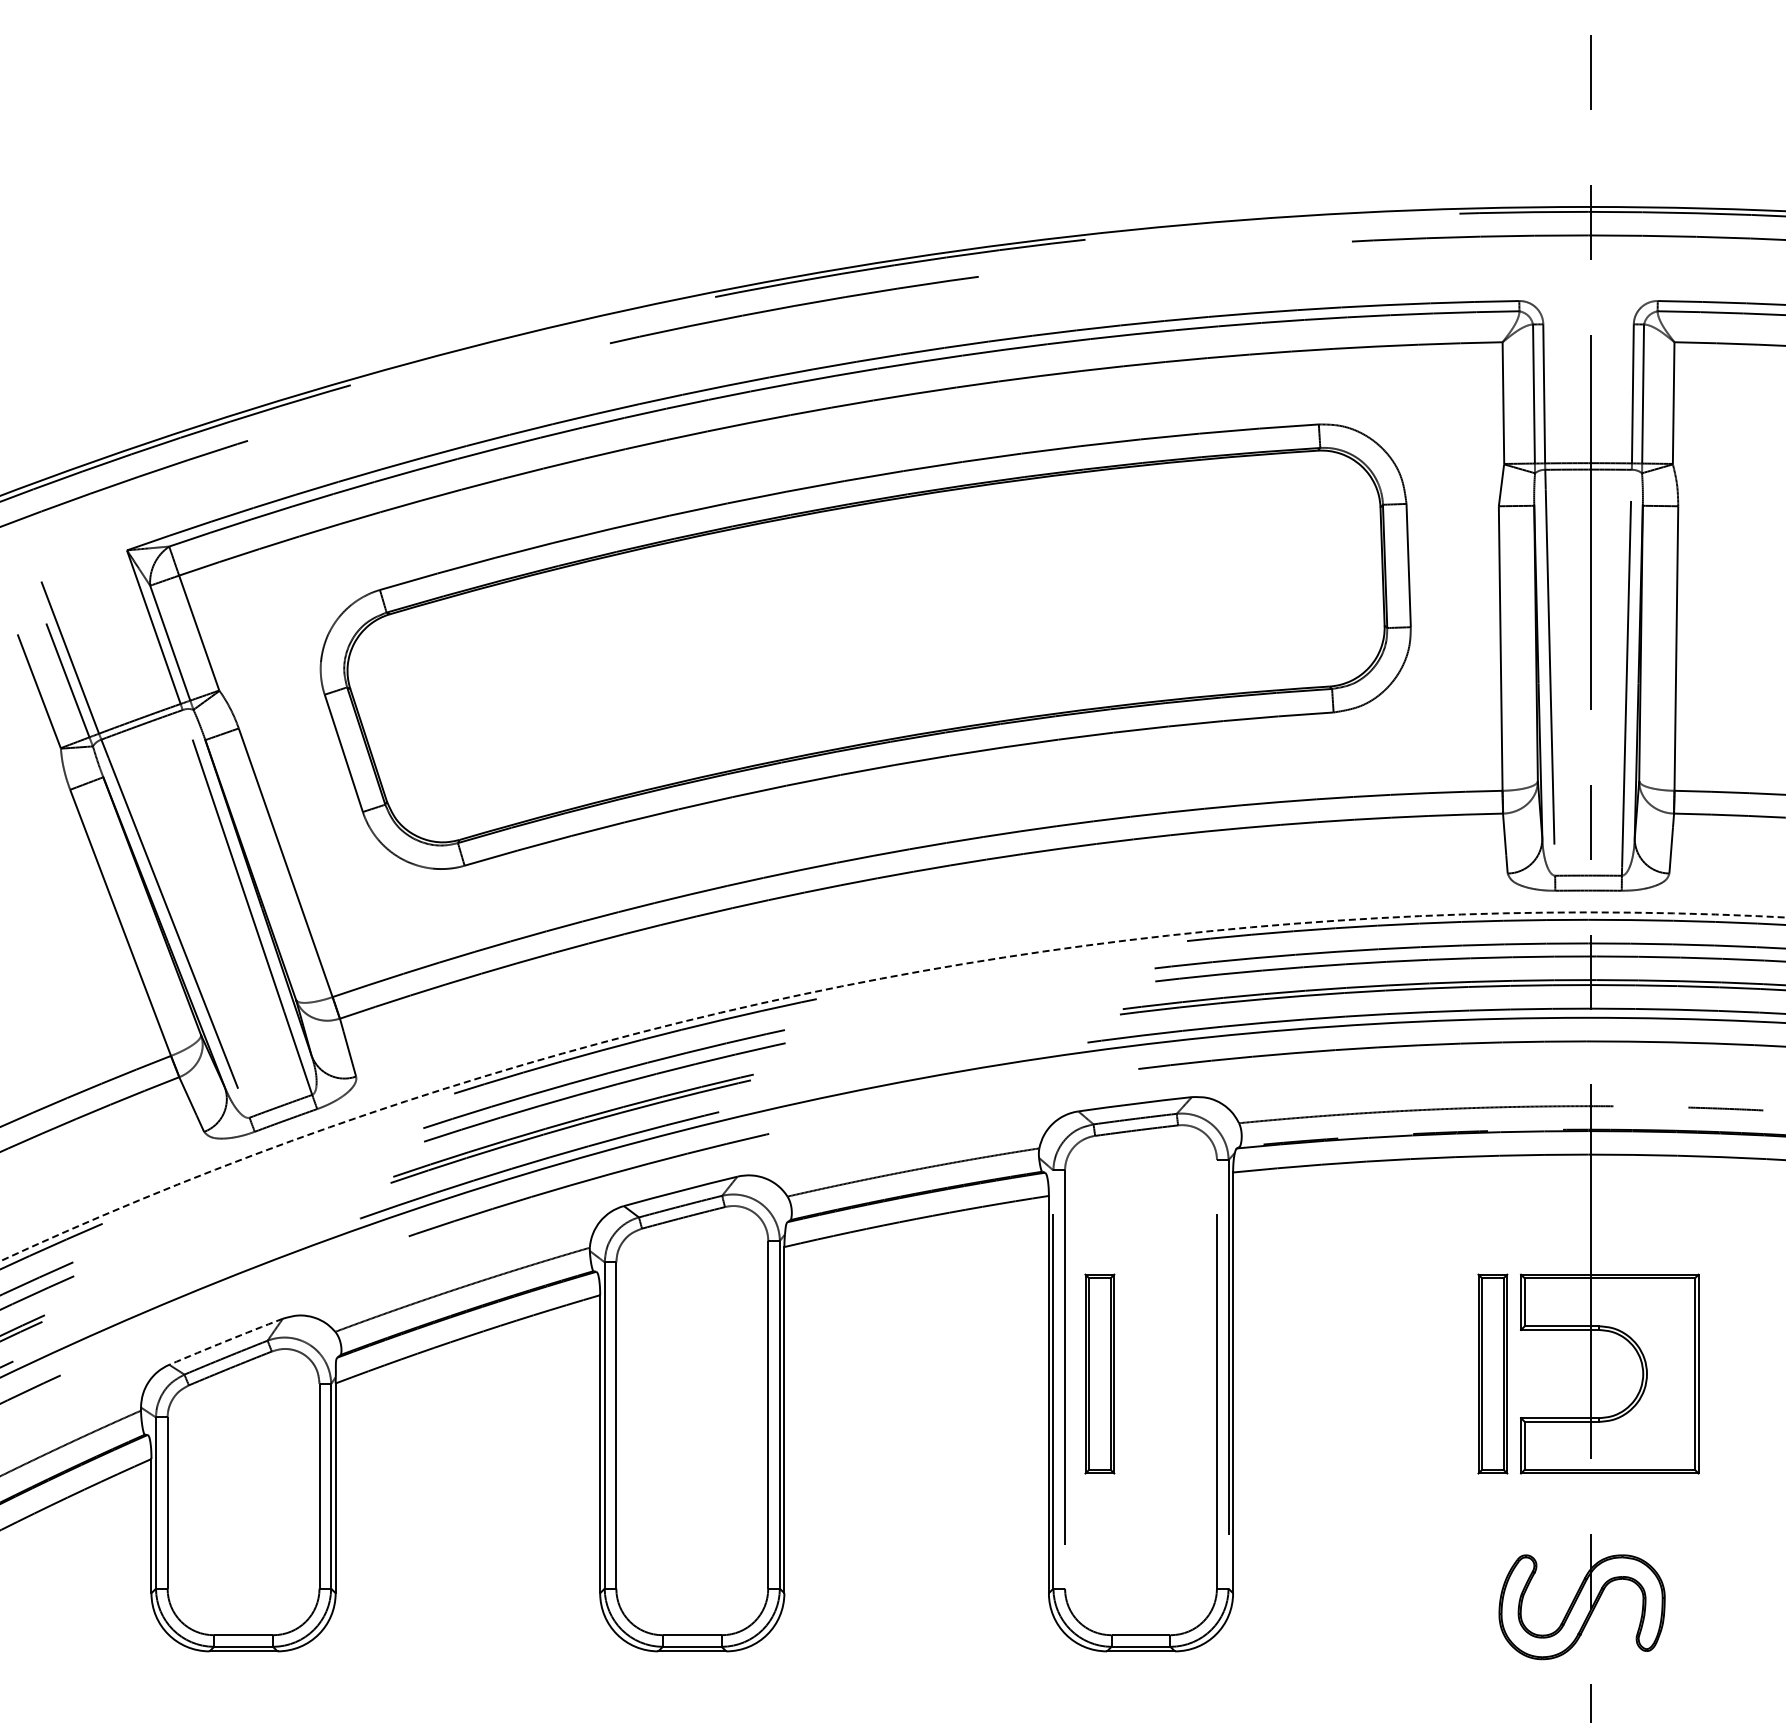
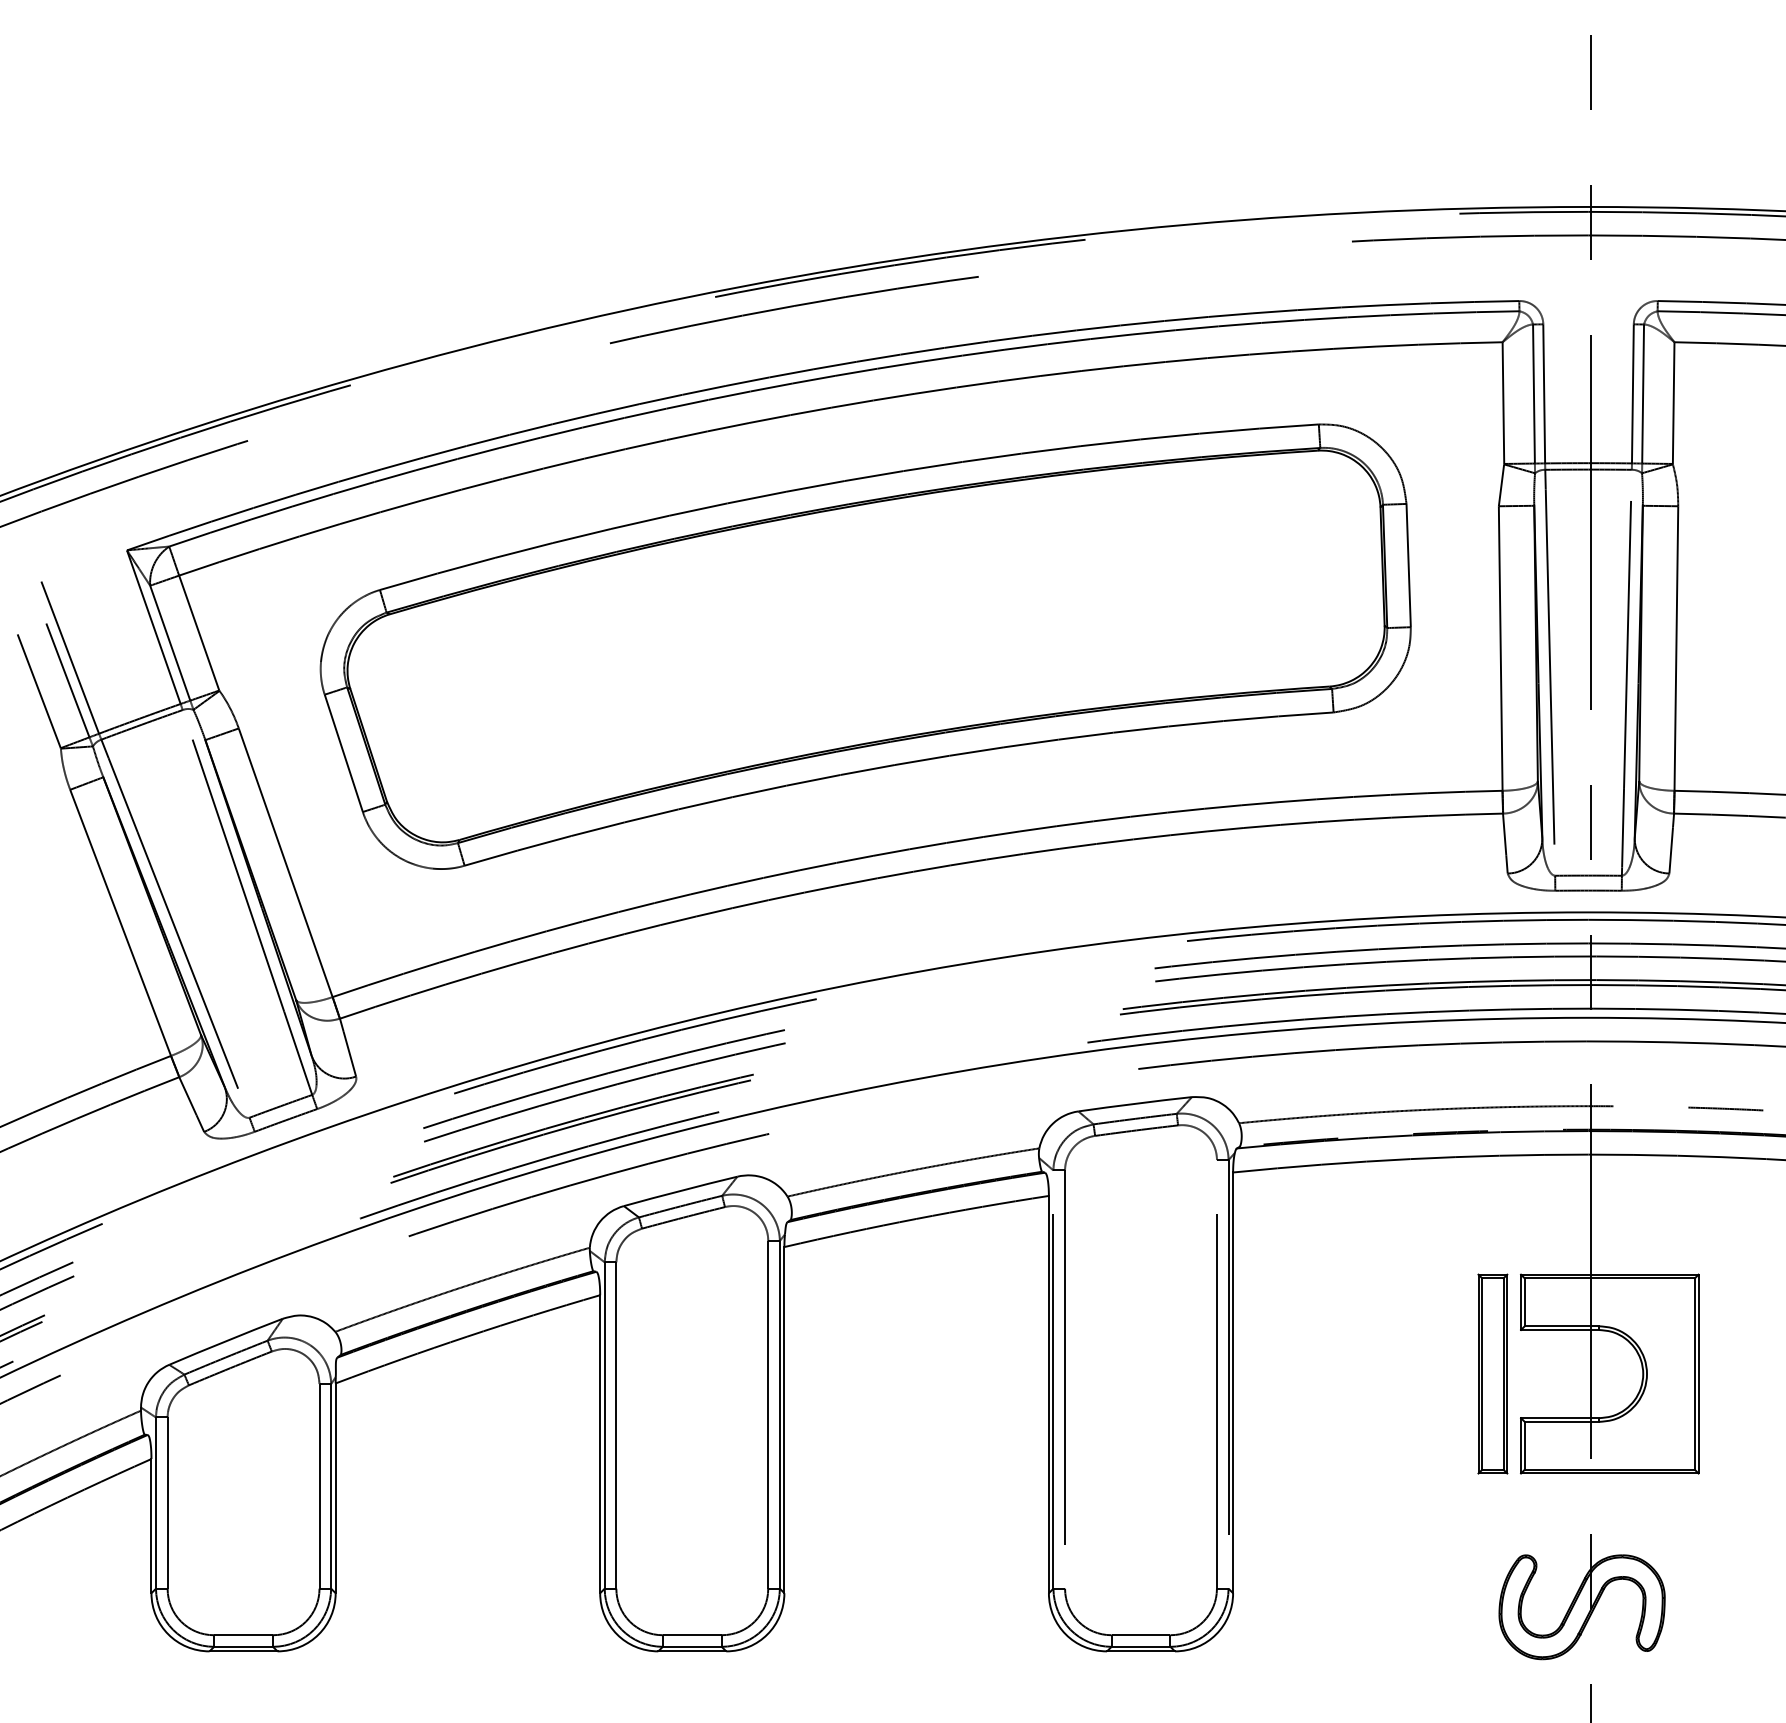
arc at (872, 980): dashed -> solid
arc at (225, 1341): dashed -> solid
part at (1099, 1373): present -> none
